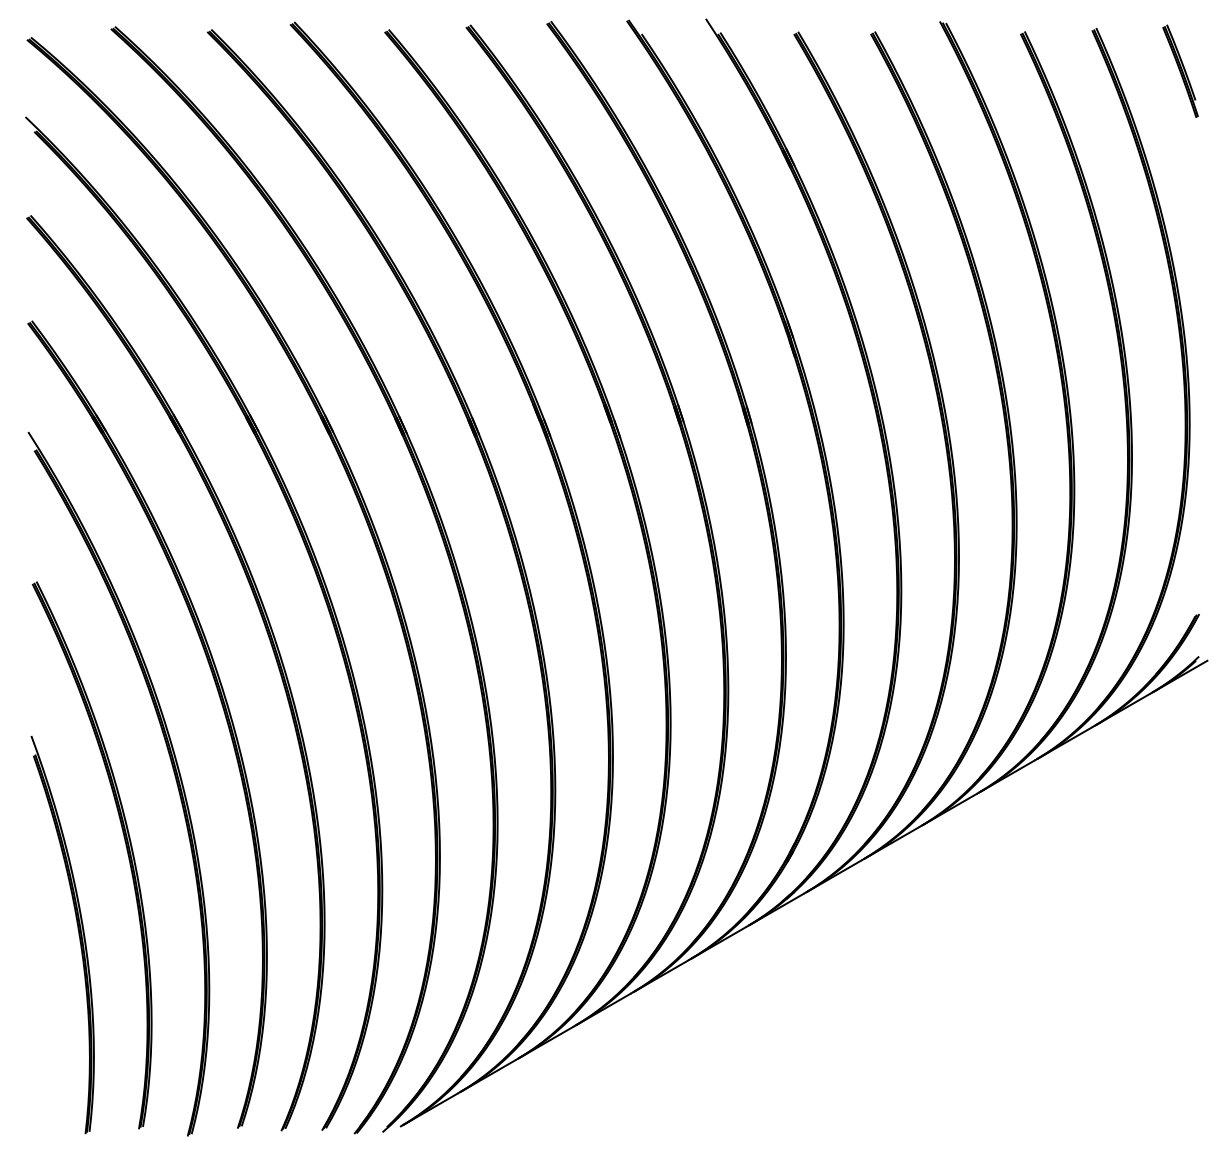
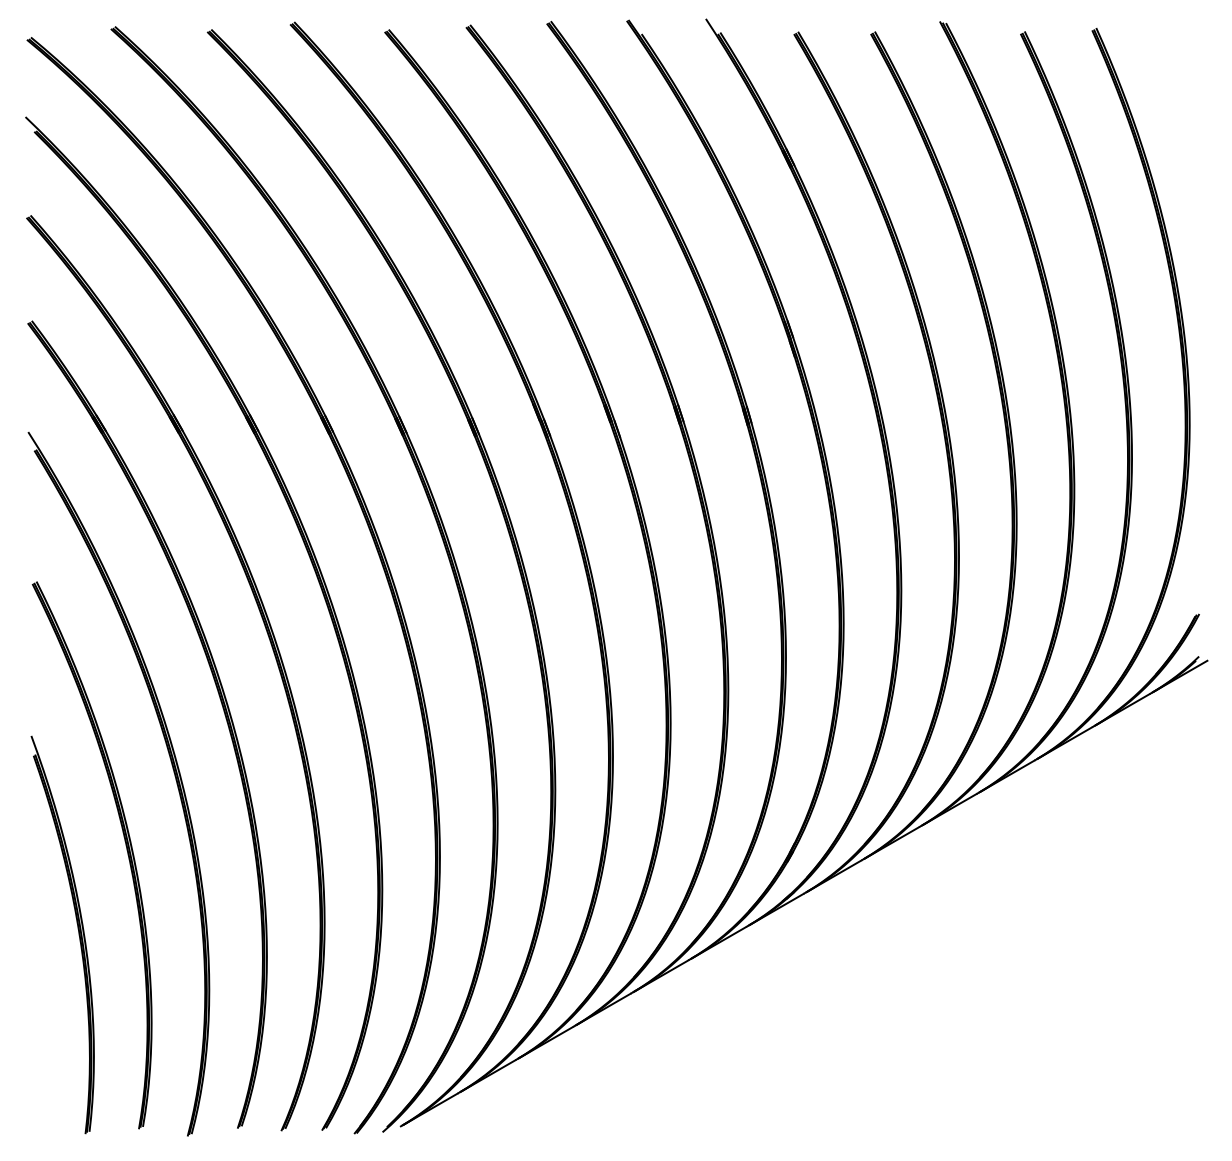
part at (1180, 70): present -> none
